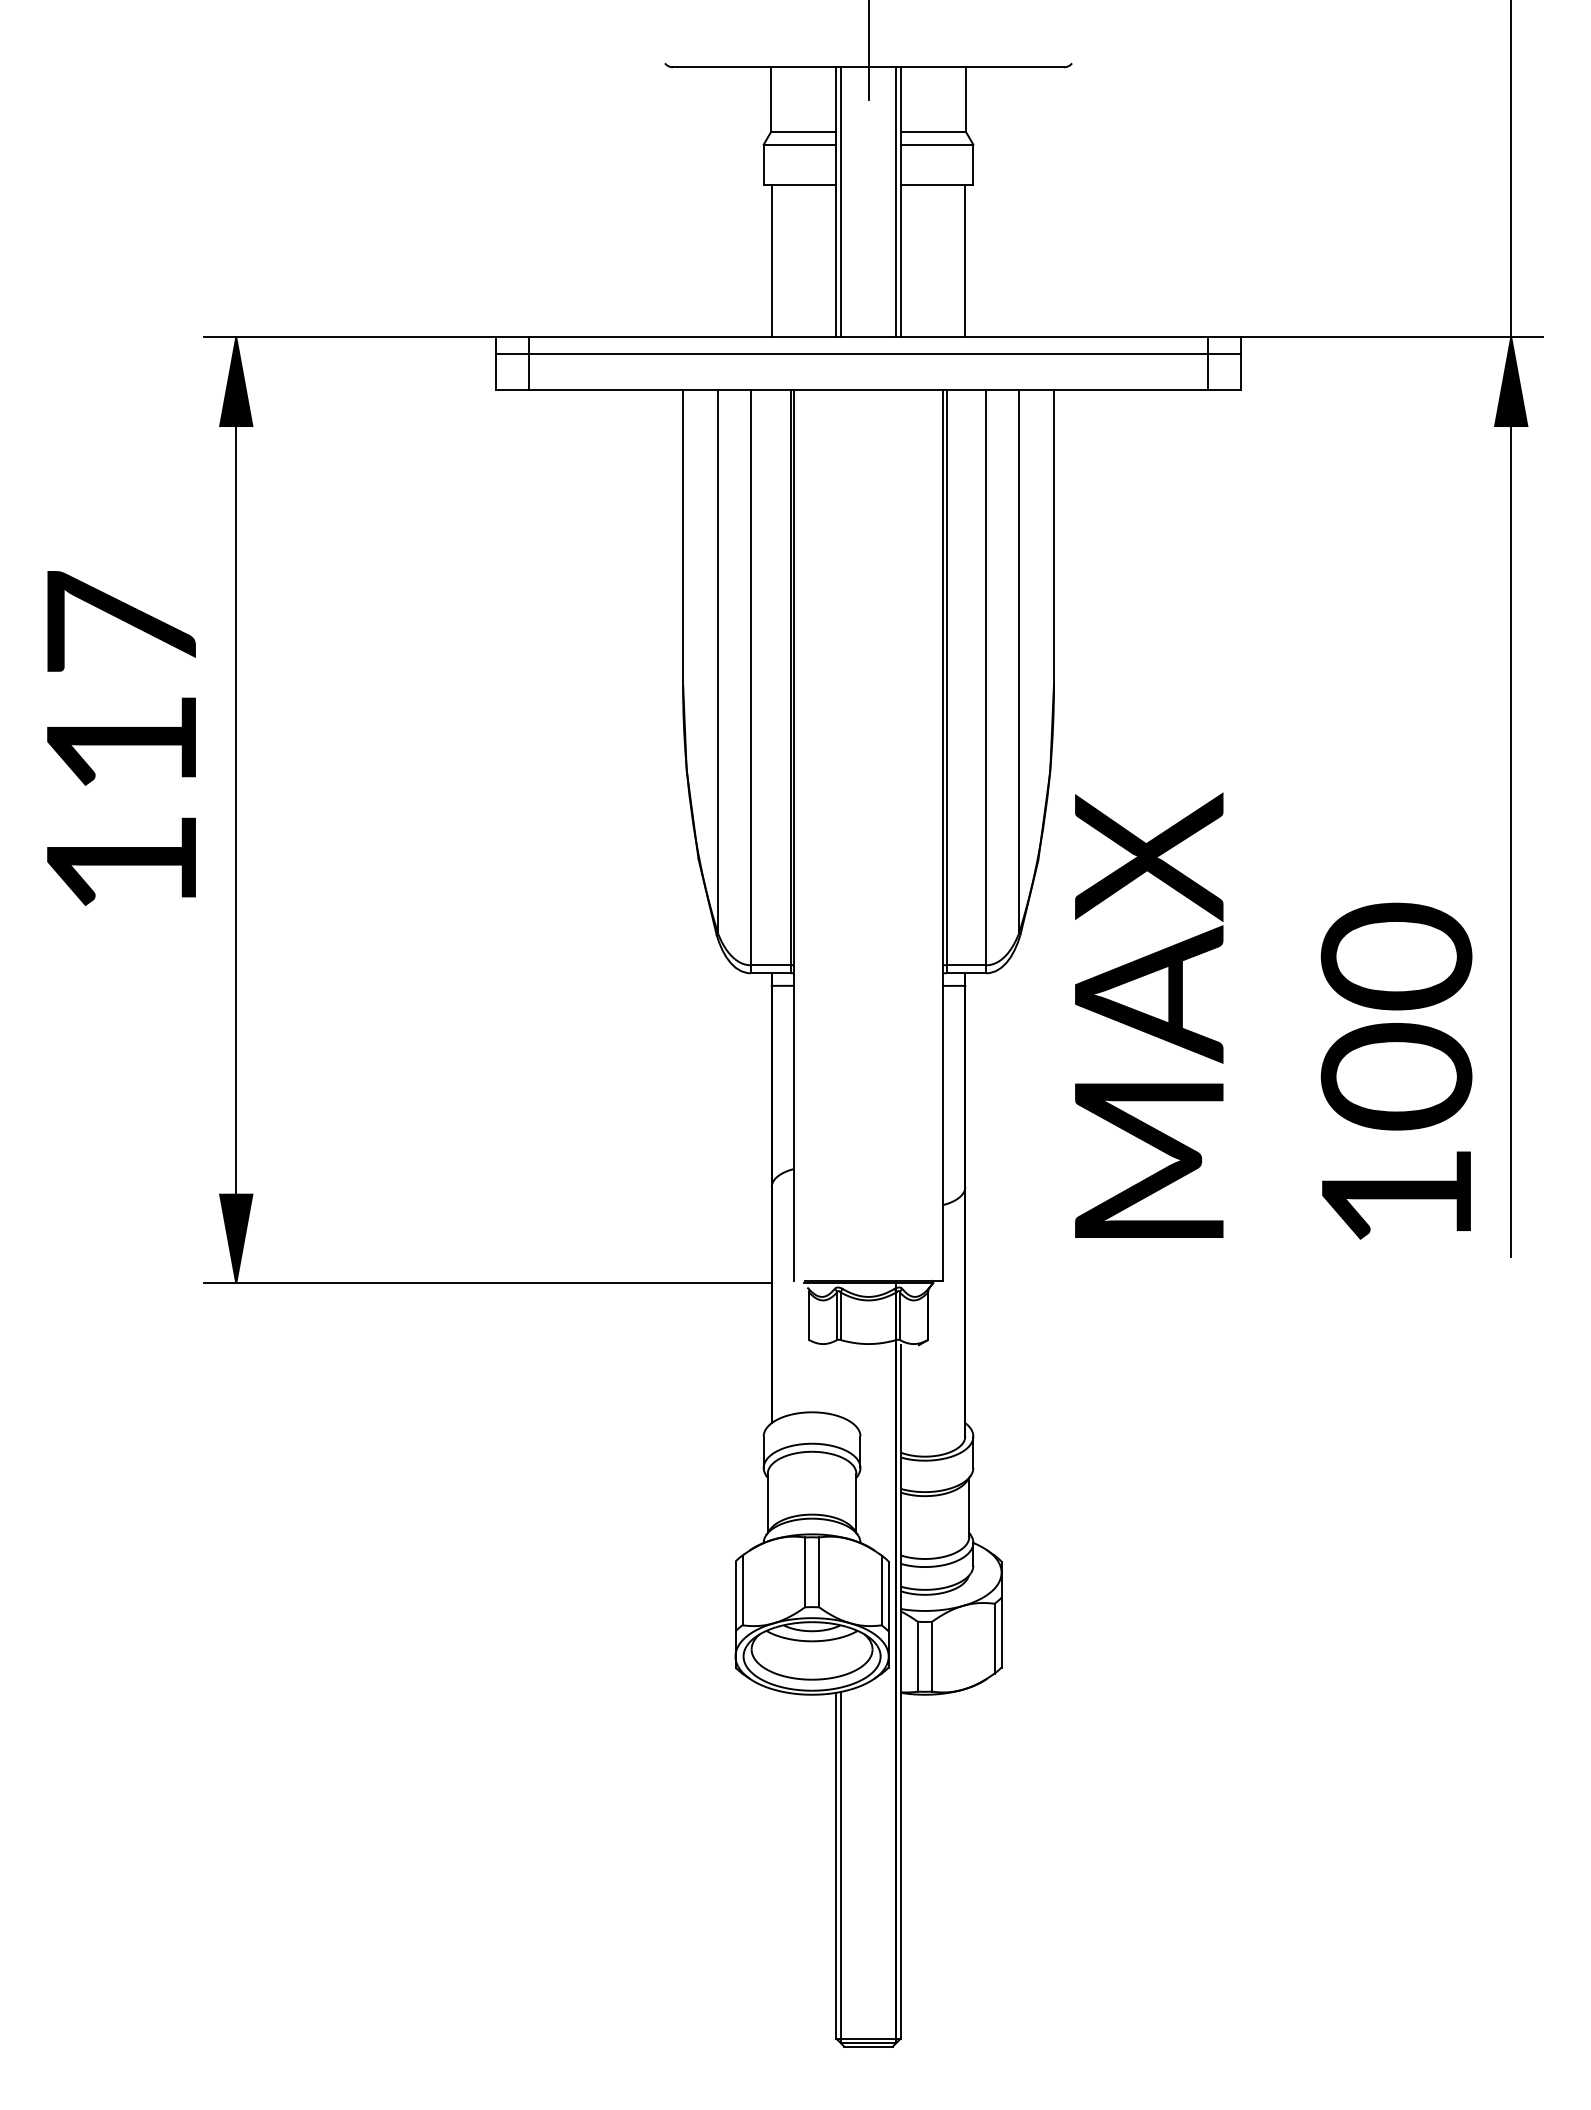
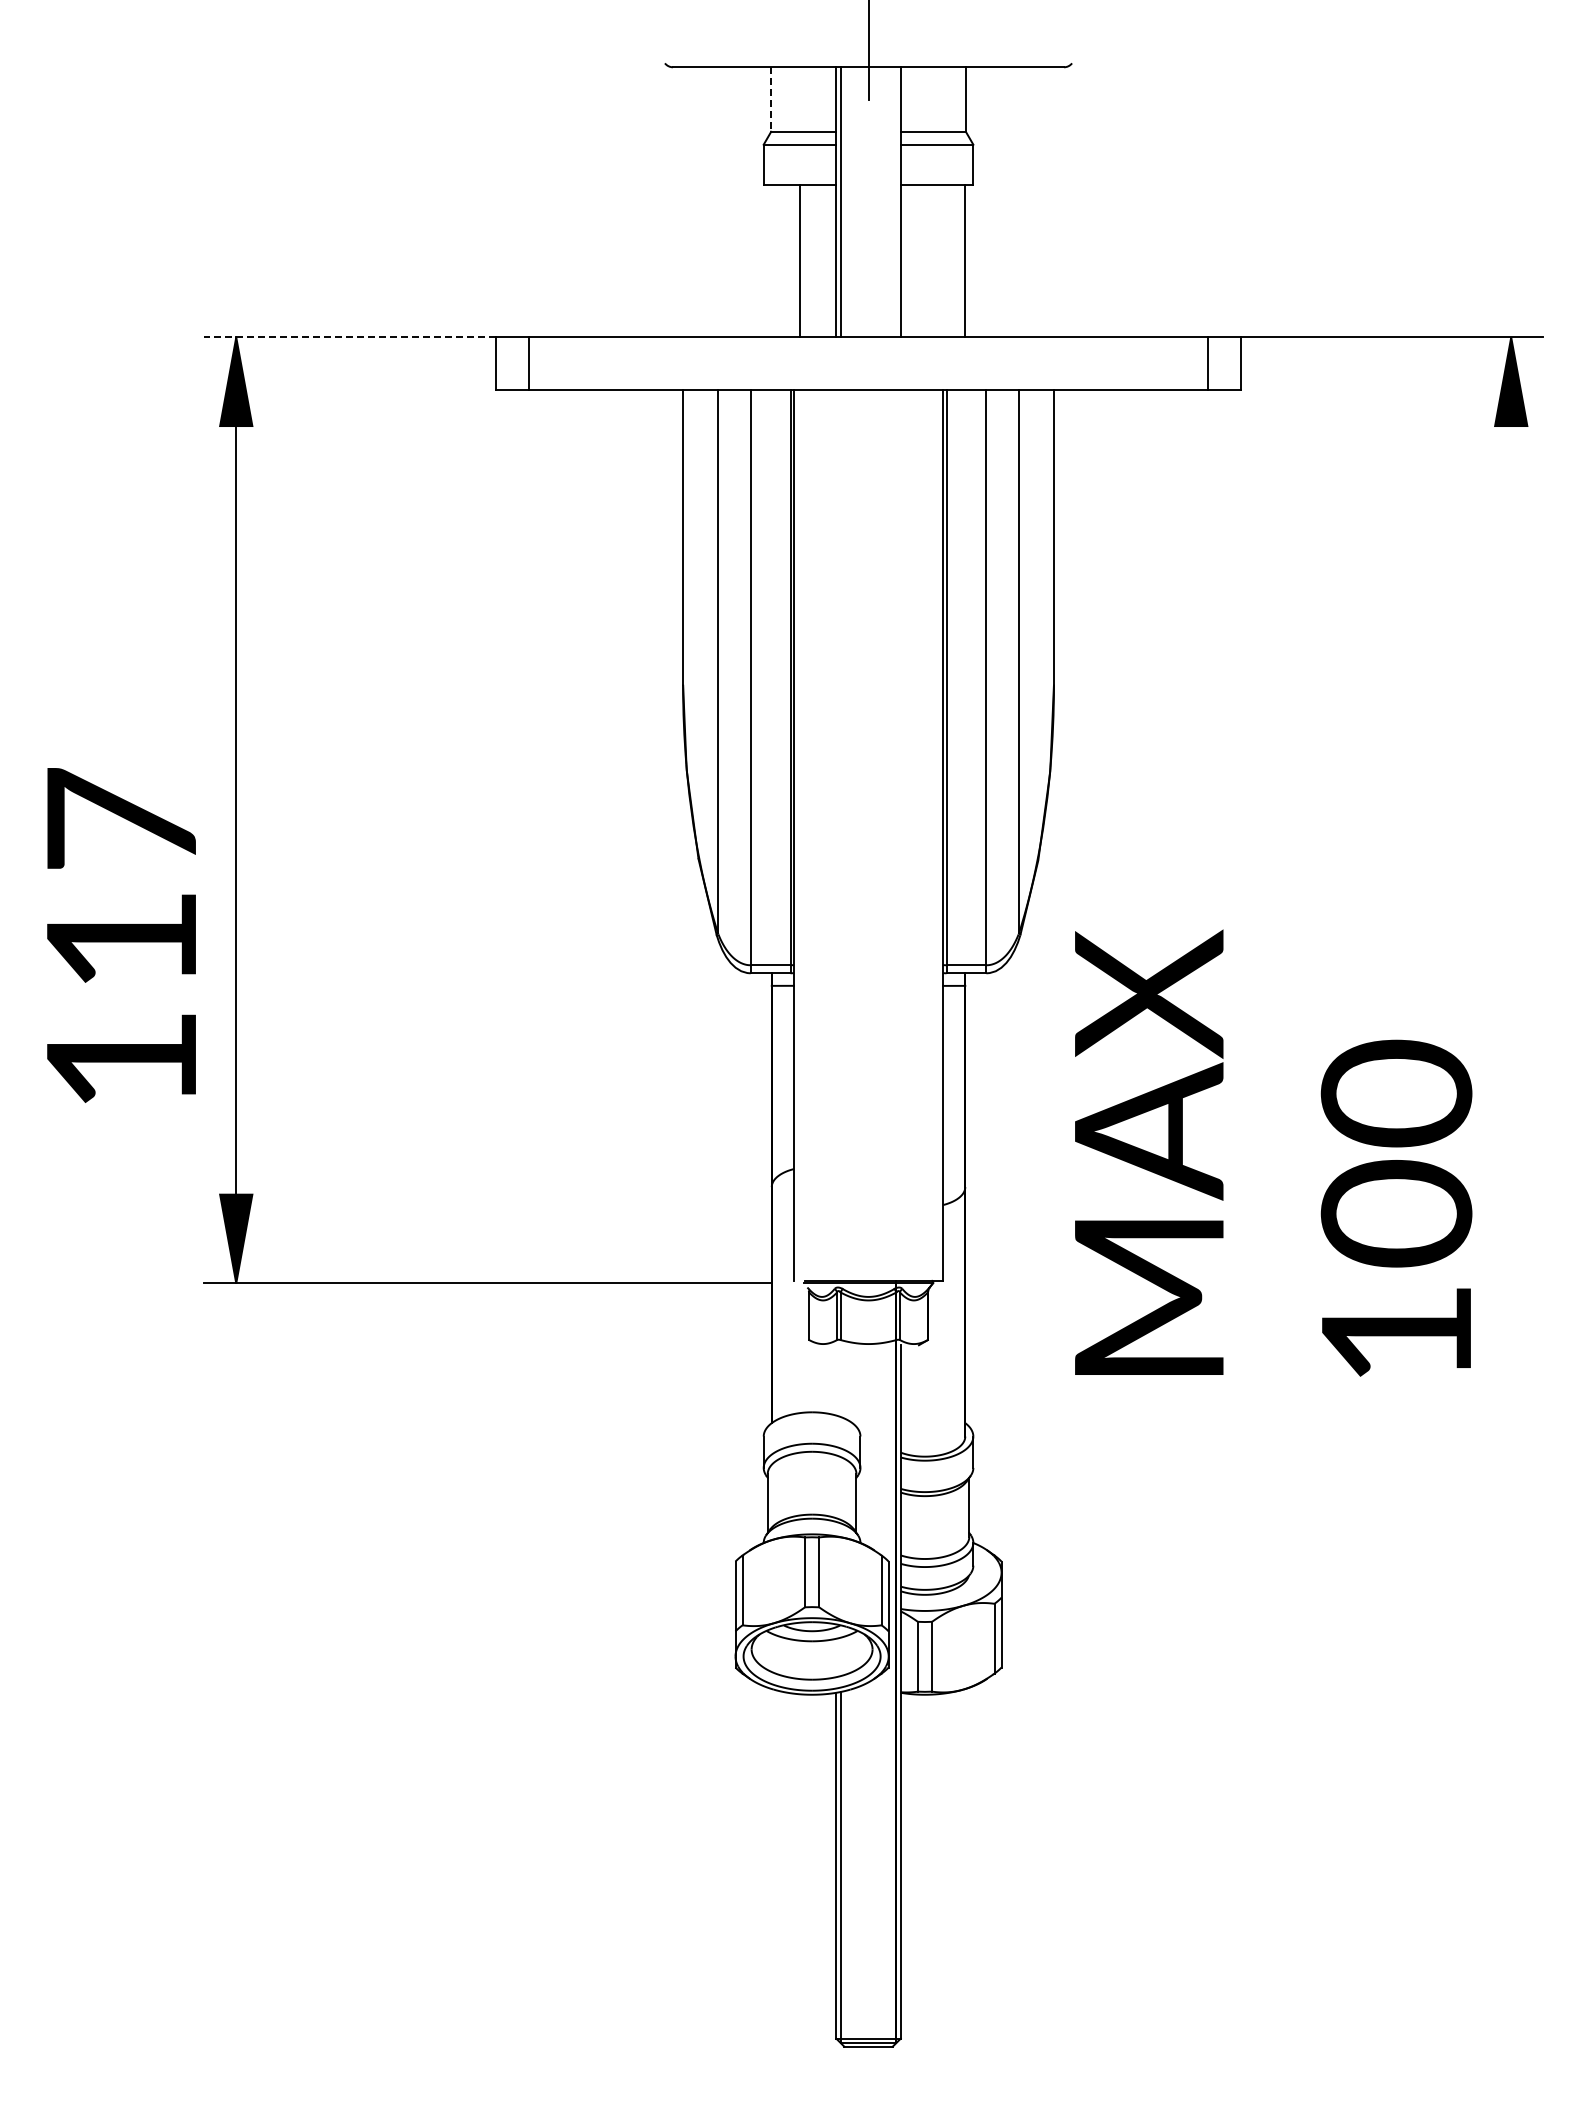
line at (771, 100): solid -> dashed
line at (895, 202): present -> none
line at (771, 261) position: (771, 261) -> (799, 261)
line at (349, 337): solid -> dashed
line at (868, 353): present -> none
line at (1511, 629): present -> none
text at (121, 738) position: (121, 738) -> (121, 935)
text at (1273, 1015) position: (1273, 1015) -> (1273, 1152)
